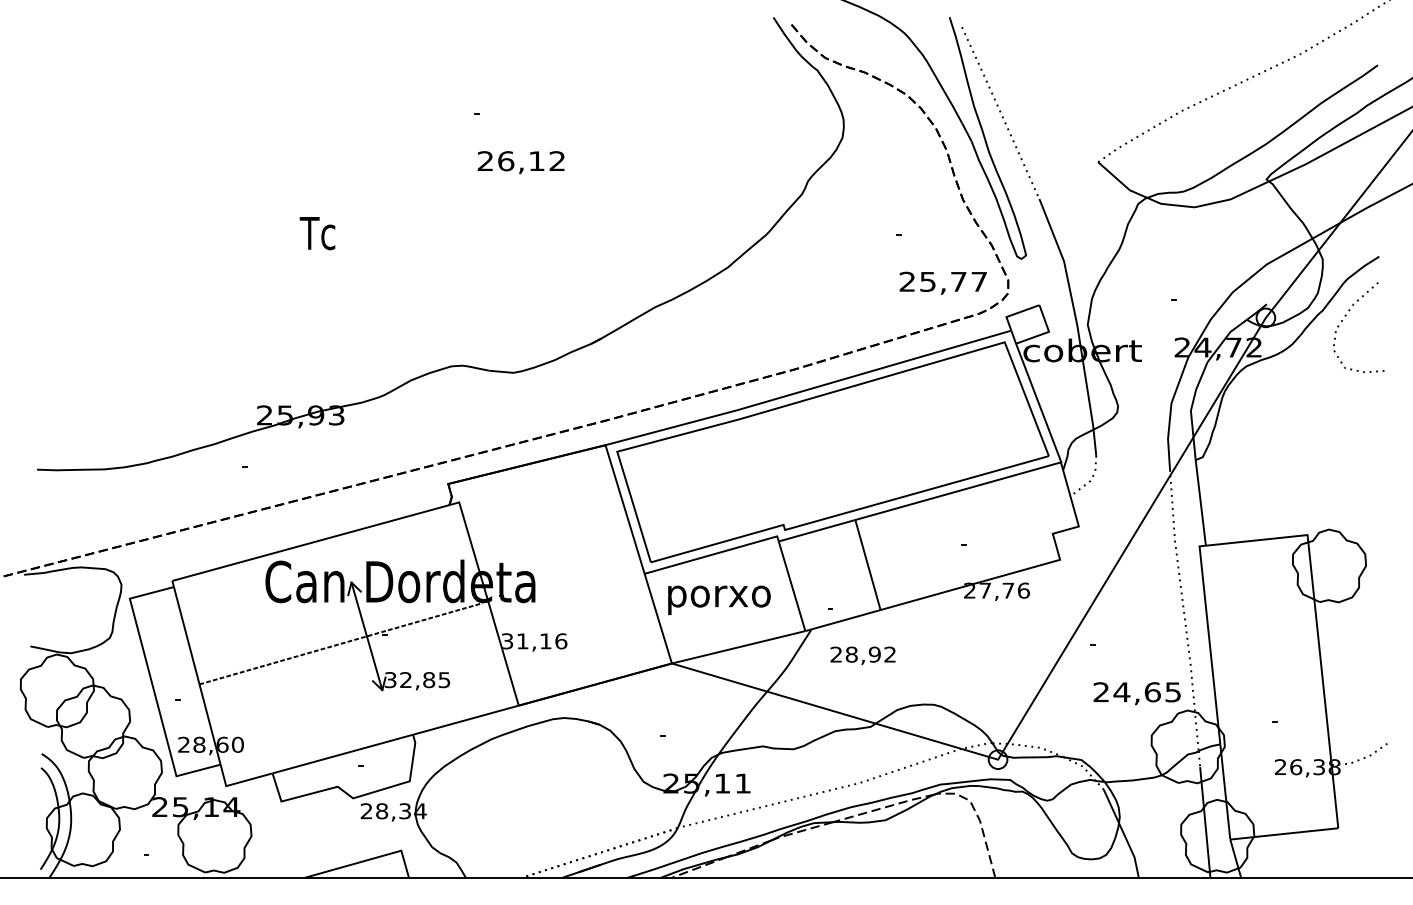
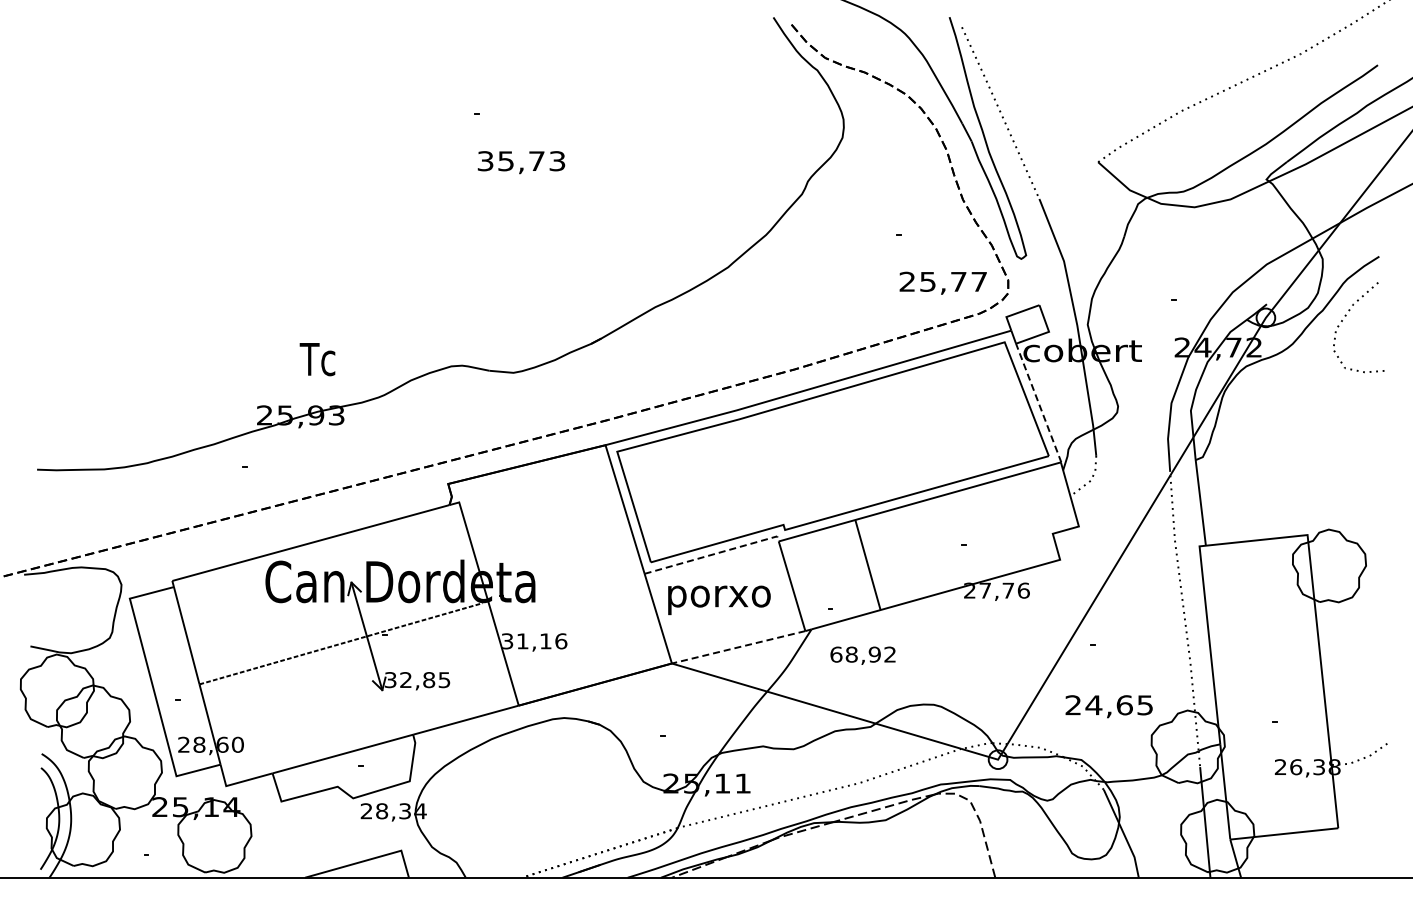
text at (521, 161): 26,12 -> 35,73
text at (317, 233) position: (317, 233) -> (317, 359)
line at (1038, 403): solid -> dashed
line at (714, 554): solid -> dashed
line at (738, 647): solid -> dashed
text at (836, 654): 28,92 -> 68,92
text at (1136, 693) position: (1136, 693) -> (1108, 706)
